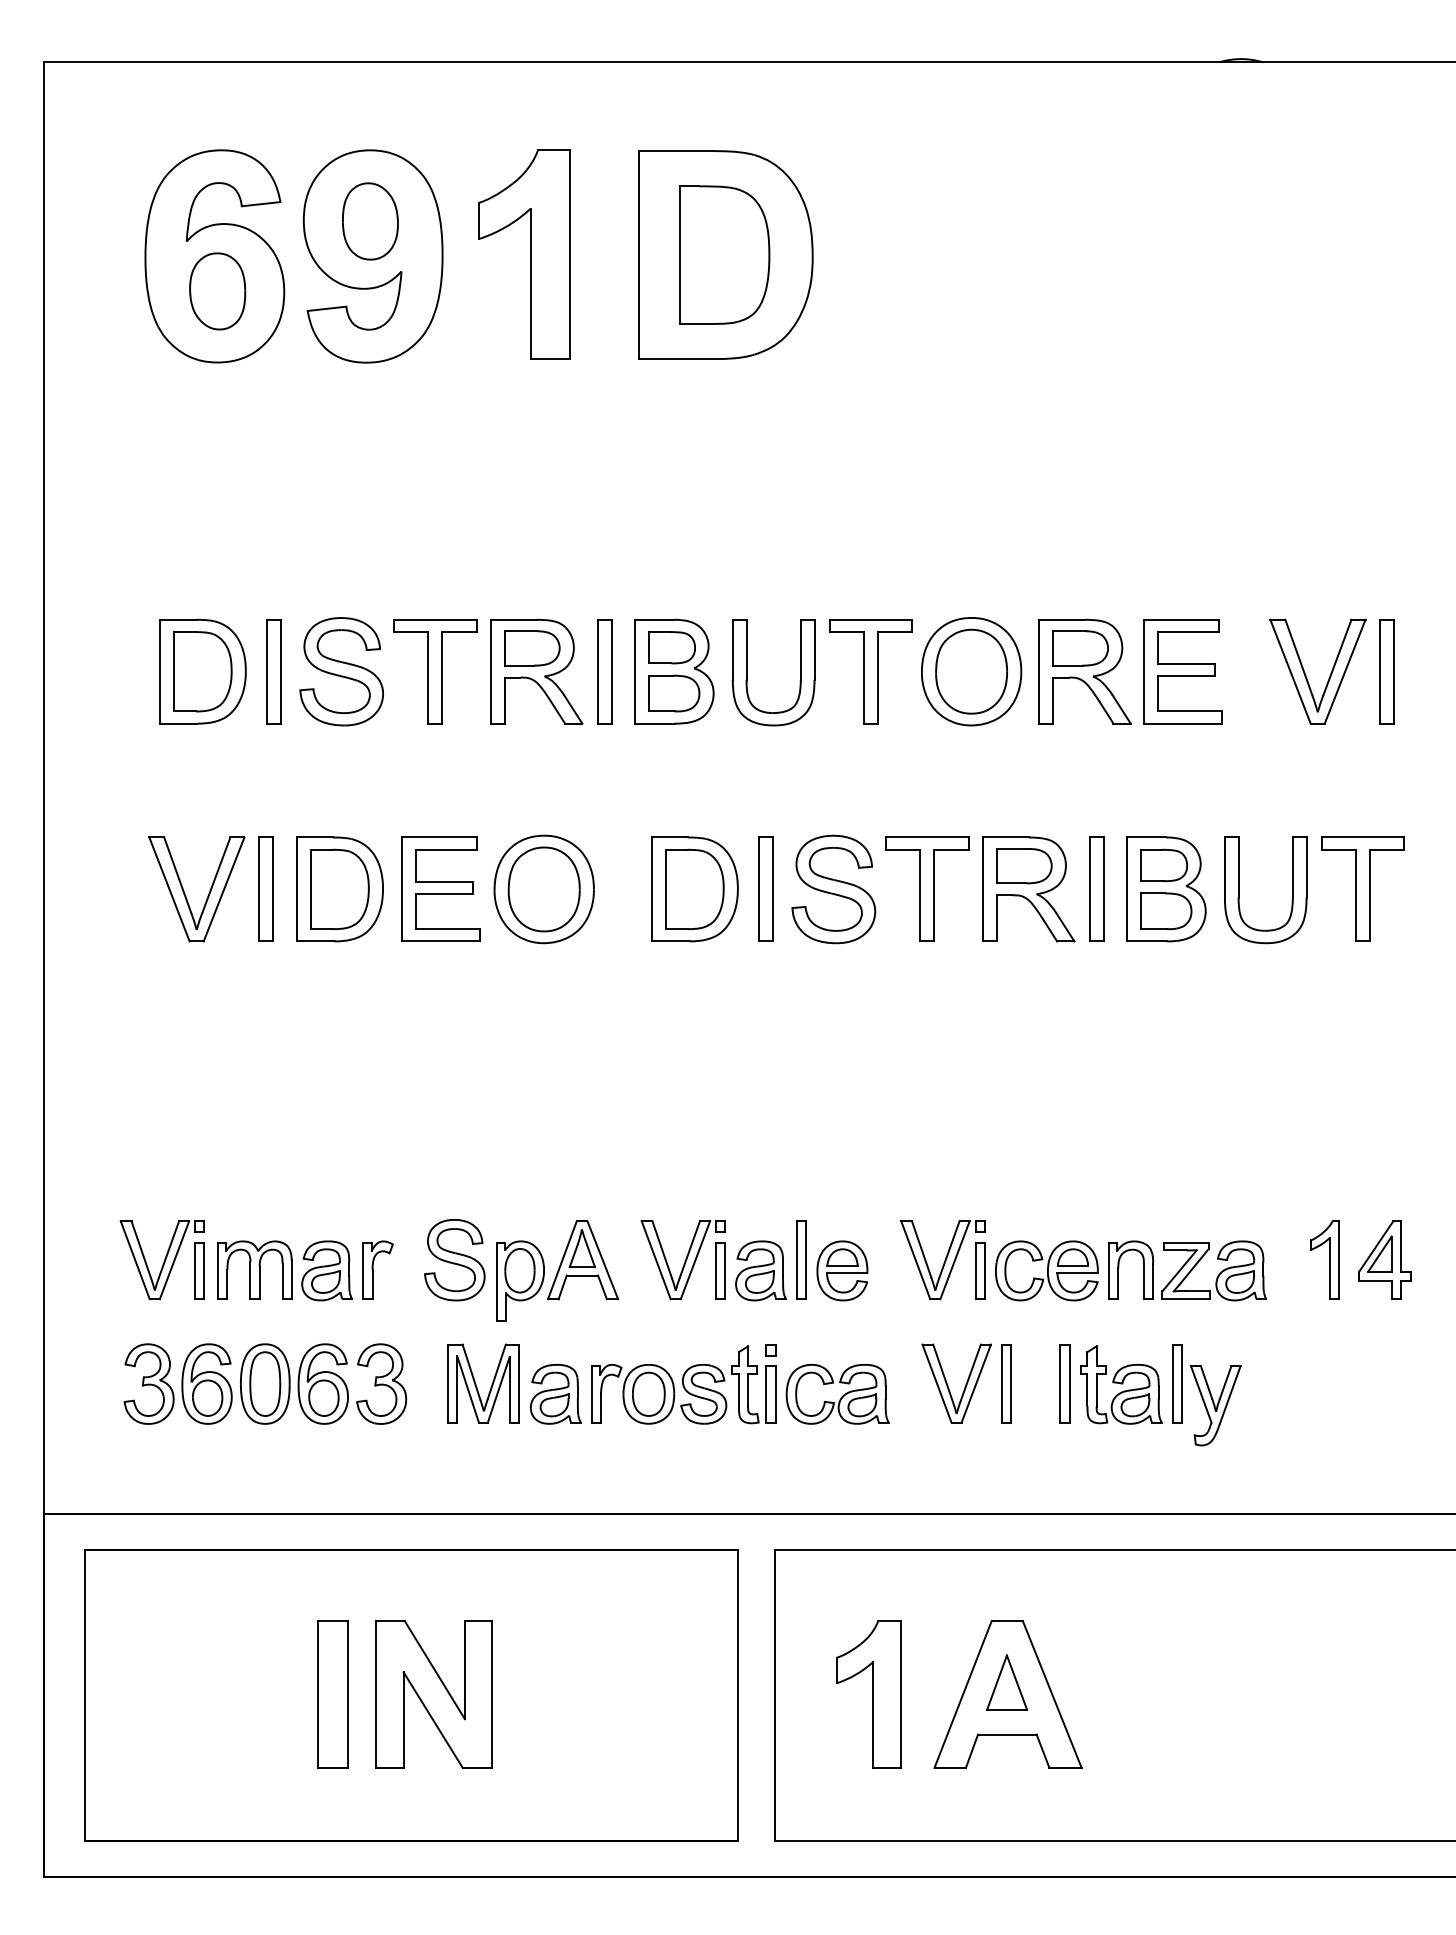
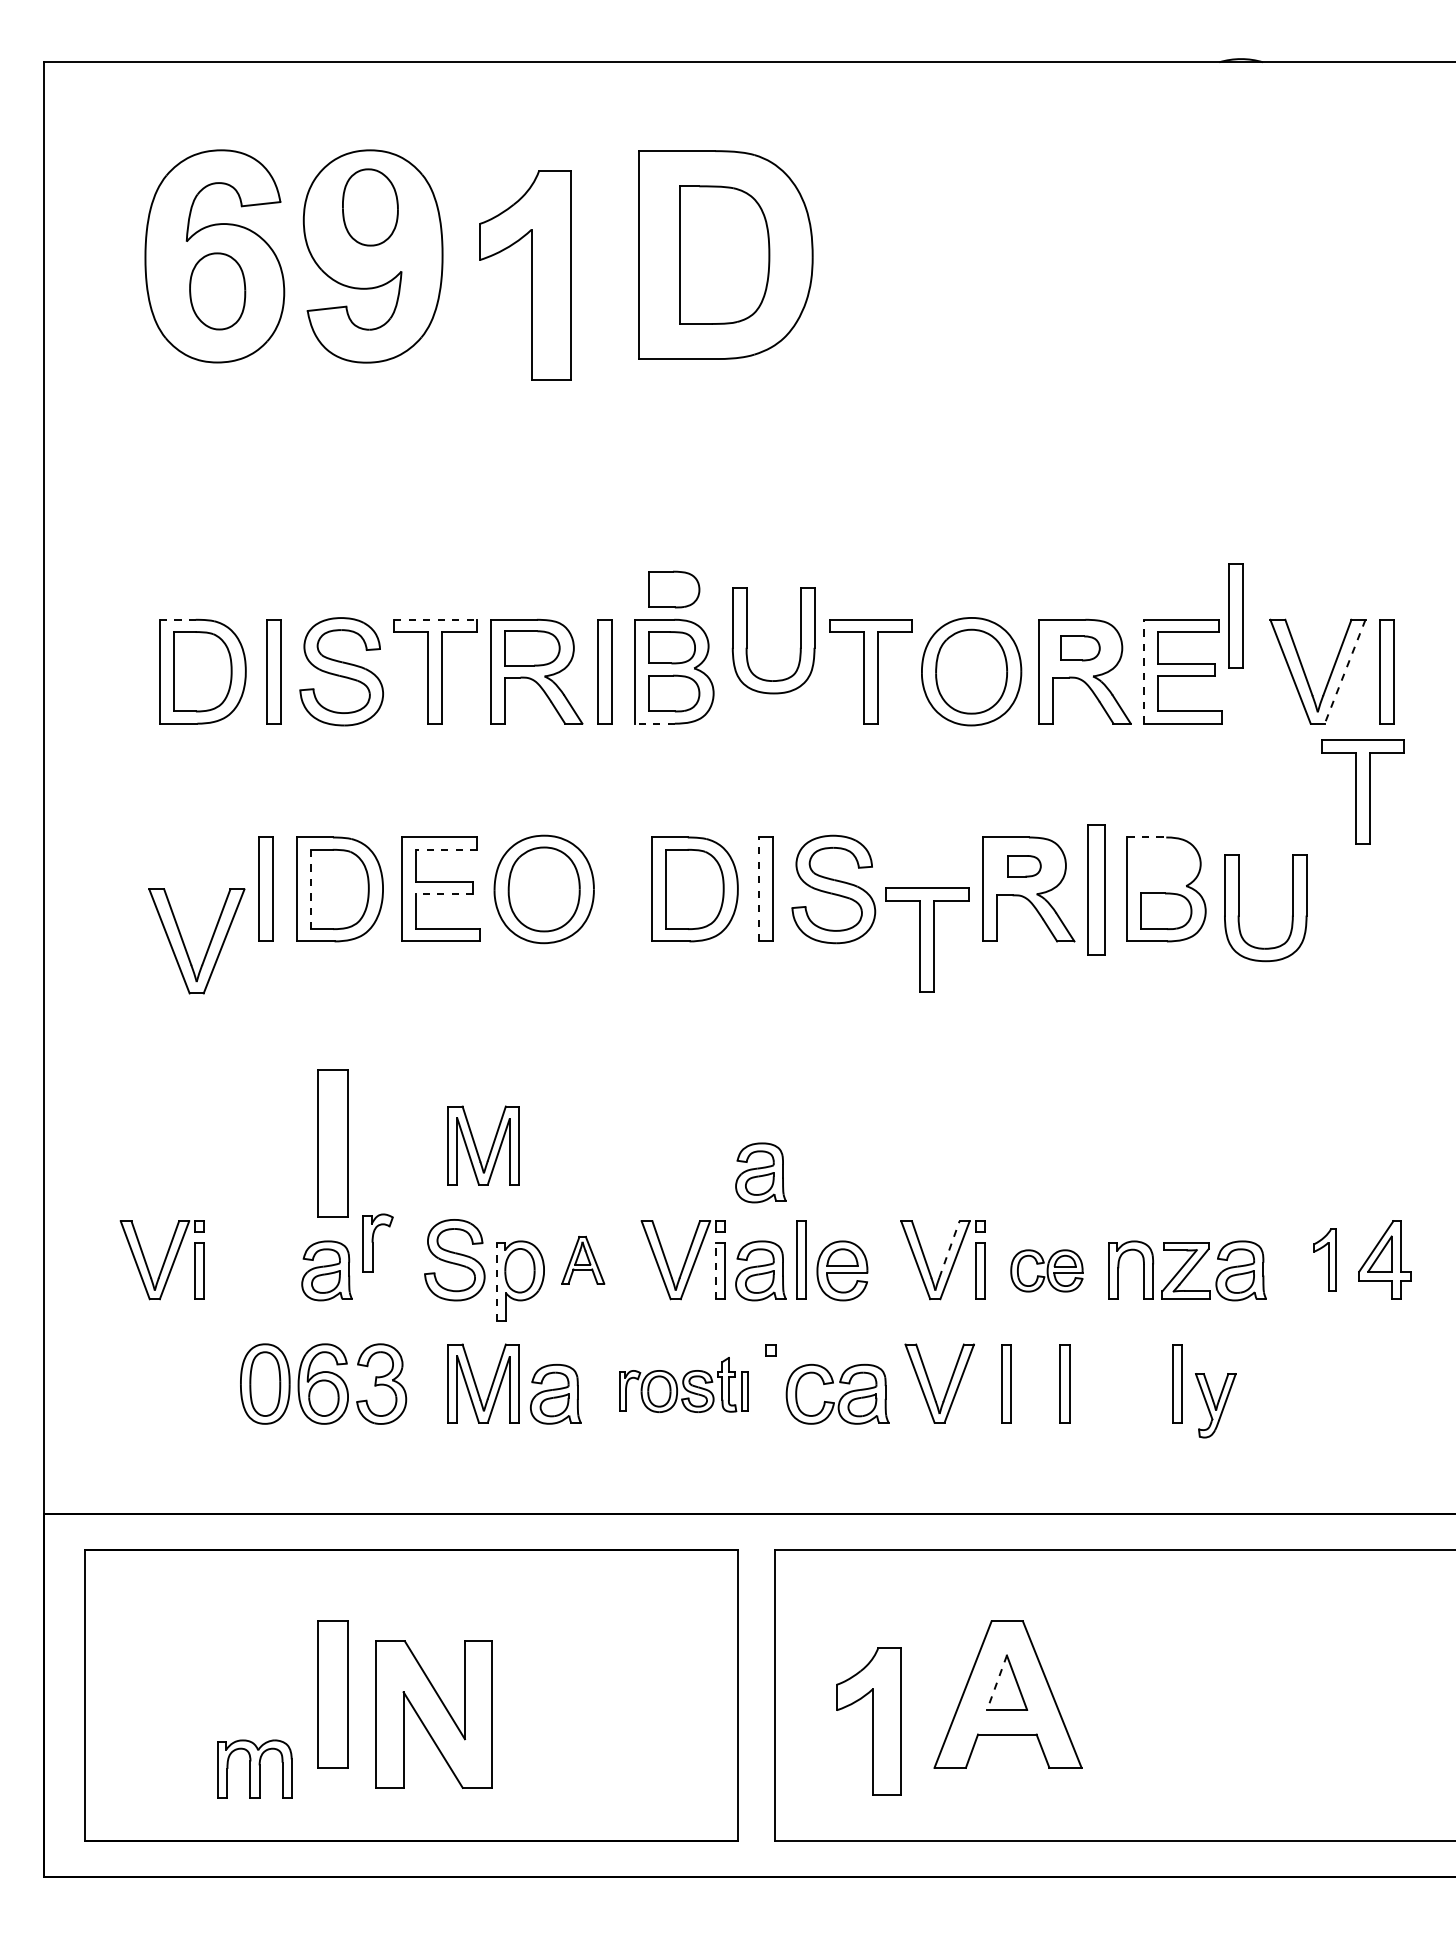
part at (370, 221) position: (370, 221) -> (370, 207)
part at (524, 254) position: (524, 254) -> (525, 275)
part at (674, 589): none -> present
part at (1235, 615): none -> present
line at (177, 619): solid -> dashed
line at (435, 619): solid -> dashed
part at (1080, 648) size: 57x37 px -> 41x27 px
line at (1144, 671): solid -> dashed
line at (1345, 671): solid -> dashed
part at (747, 672) position: (747, 672) -> (747, 640)
line at (655, 723): solid -> dashed
line at (1147, 837): solid -> dashed
line at (446, 849): solid -> dashed
part at (1164, 865): present -> none
part at (1024, 866) size: 57x37 px -> 35x23 px
part at (927, 888) position: (927, 888) -> (927, 939)
part at (1096, 888) size: 16x106 px -> 19x132 px
part at (1362, 888) position: (1362, 888) -> (1362, 791)
line at (310, 889): solid -> dashed
line at (759, 889): solid -> dashed
part at (1239, 890) position: (1239, 890) -> (1239, 908)
part at (185, 893) position: (185, 893) -> (185, 945)
line at (444, 893): solid -> dashed
part at (332, 1143): none -> present
part at (476, 1145): none -> present
part at (760, 1172): none -> present
line at (949, 1249): solid -> dashed
part at (1324, 1259) size: 30x80 px -> 24x64 px
part at (583, 1260) size: 73x81 px -> 45x49 px
part at (254, 1269) position: (254, 1269) -> (254, 1768)
part at (377, 1269) position: (377, 1269) -> (377, 1242)
line at (716, 1270): solid -> dashed
part at (1046, 1270) size: 104x62 px -> 74x44 px
line at (496, 1281): solid -> dashed
part at (177, 1383): present -> none
part at (683, 1384) size: 186x80 px -> 130x56 px
part at (1121, 1384): present -> none
part at (948, 1385) position: (948, 1385) -> (931, 1385)
part at (1215, 1405) size: 52x82 px -> 42x66 px
line at (997, 1682): solid -> dashed
part at (433, 1694) position: (433, 1694) -> (433, 1714)
part at (868, 1694) position: (868, 1694) -> (868, 1721)
